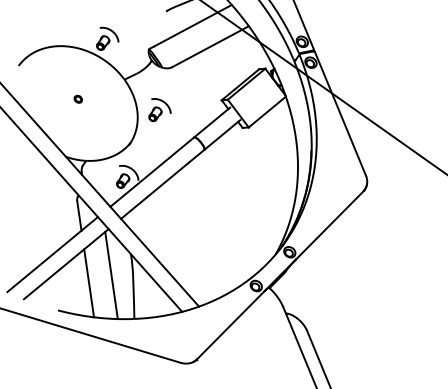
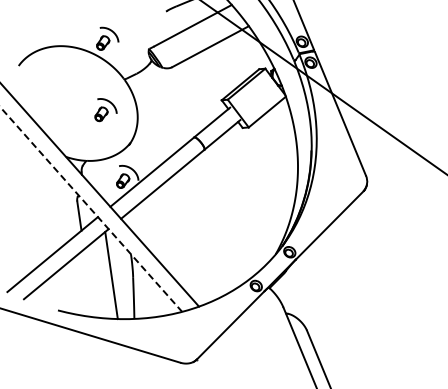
part at (77, 98): present -> none
part at (159, 110) position: (159, 110) -> (105, 110)
line at (91, 209): solid -> dashed
line at (89, 283): present -> none
